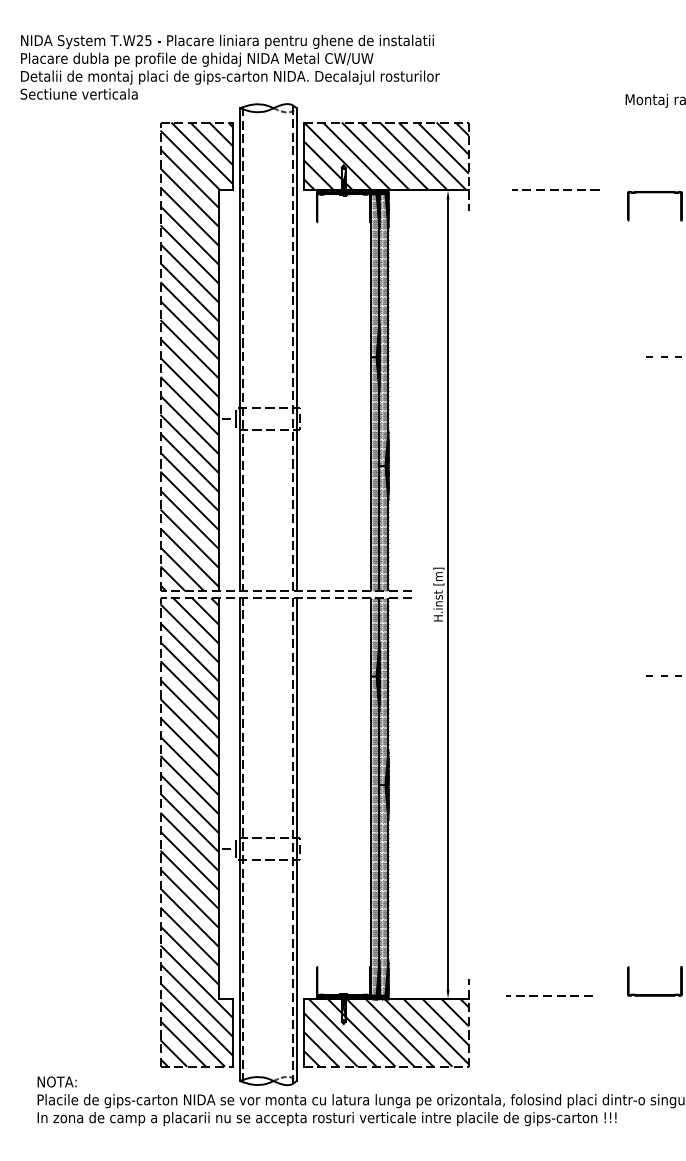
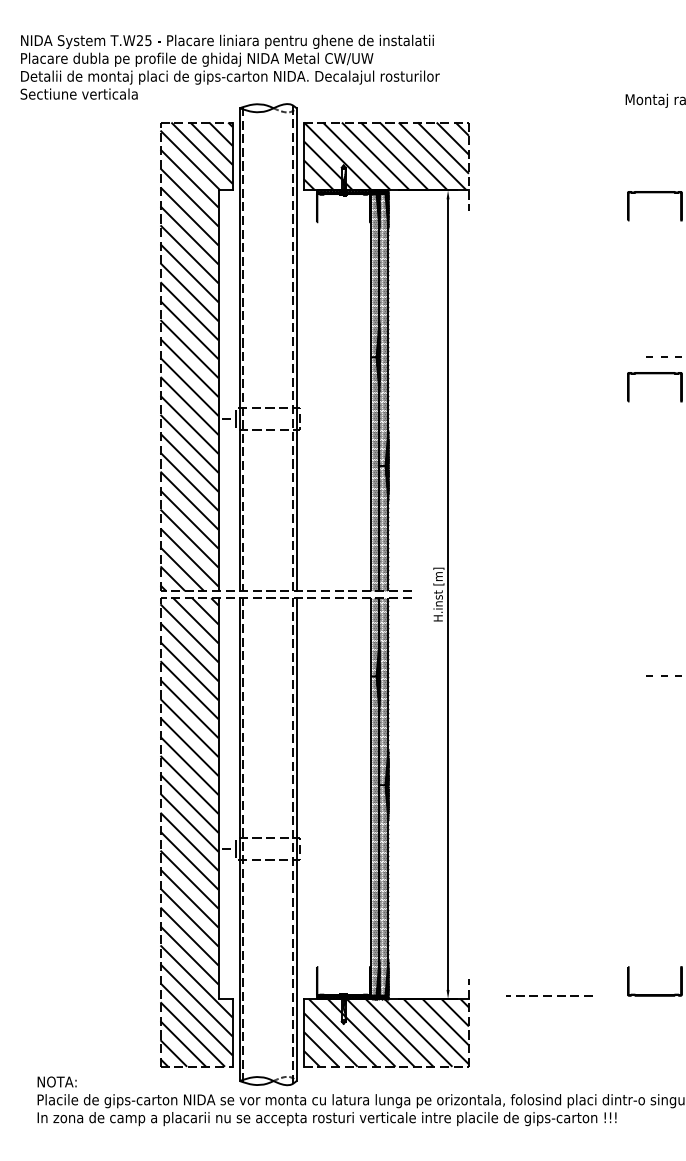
line at (555, 189): present -> none
part at (654, 374): none -> present
